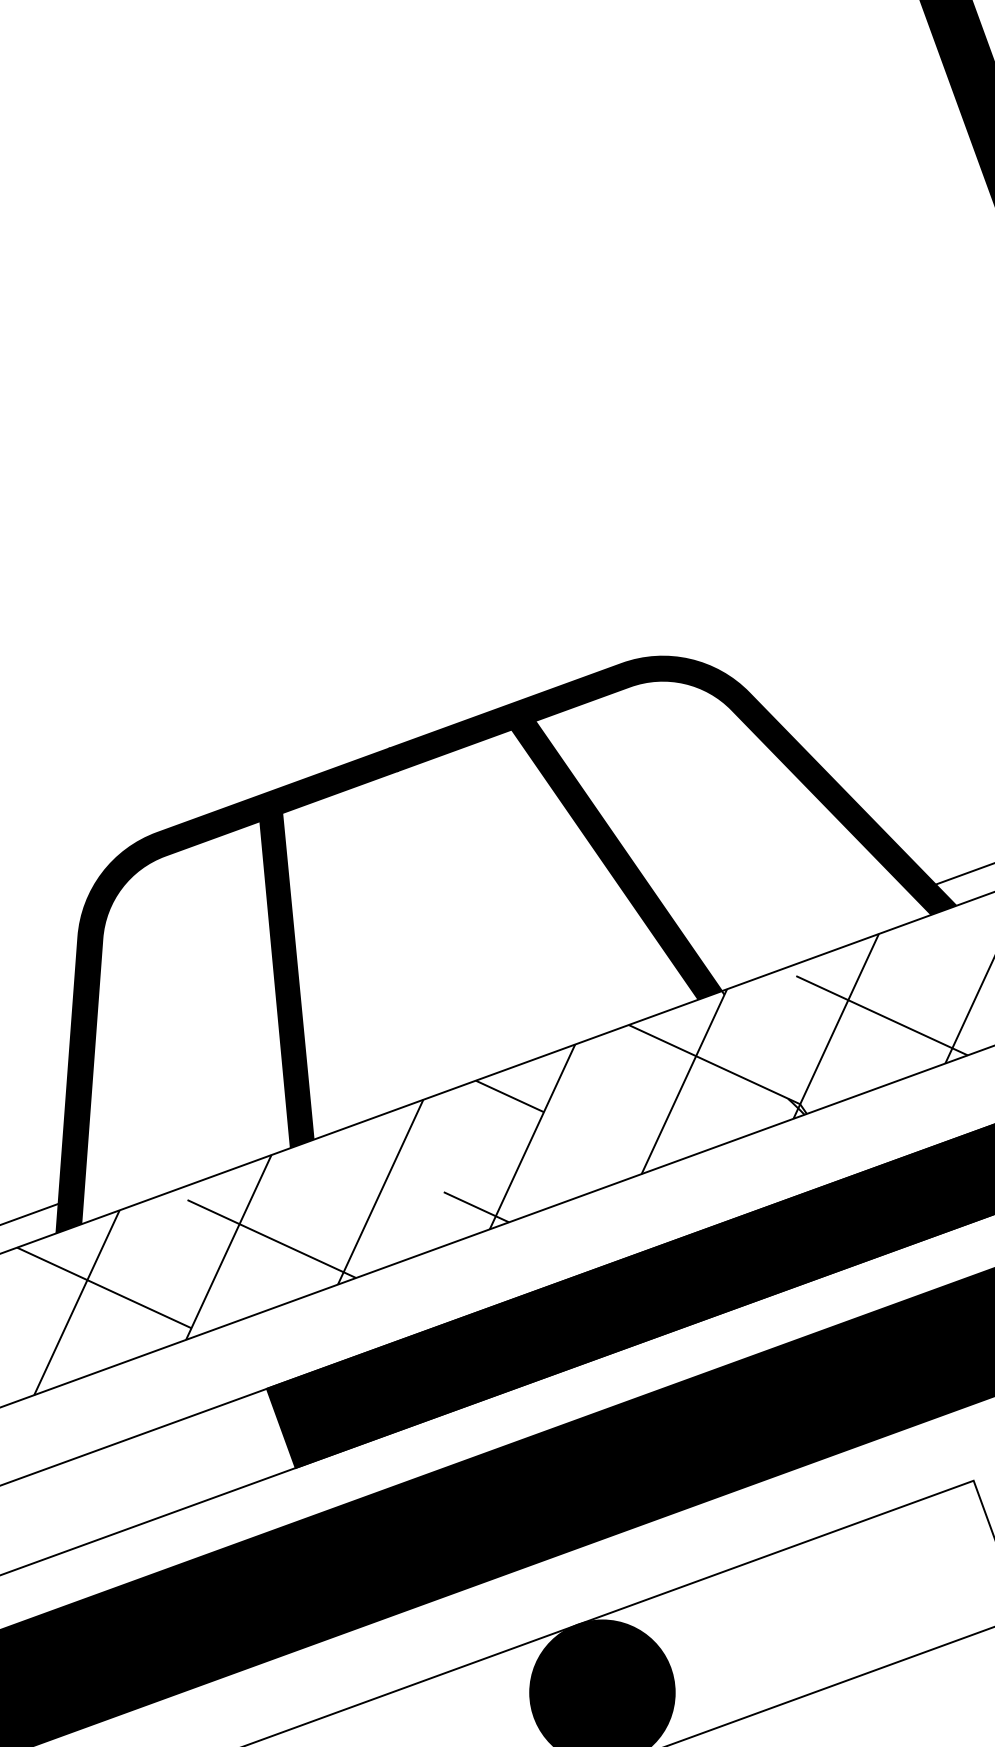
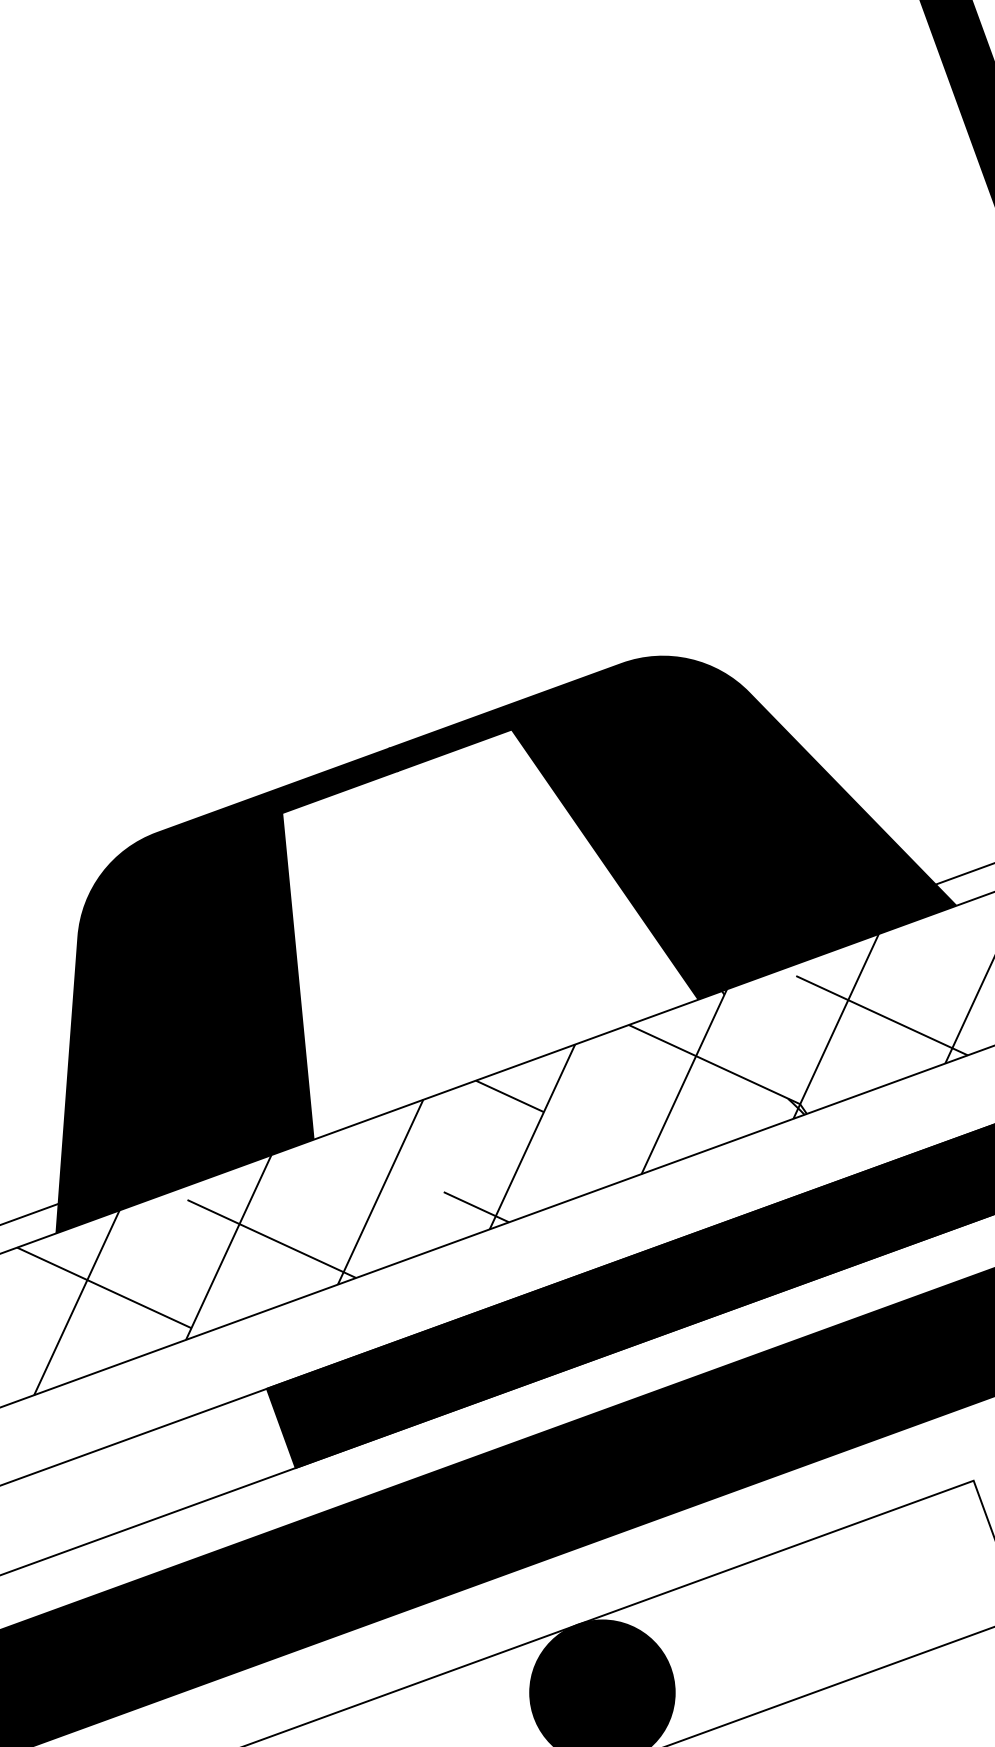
fill at (733, 835): none -> present
fill at (185, 1022): none -> present
